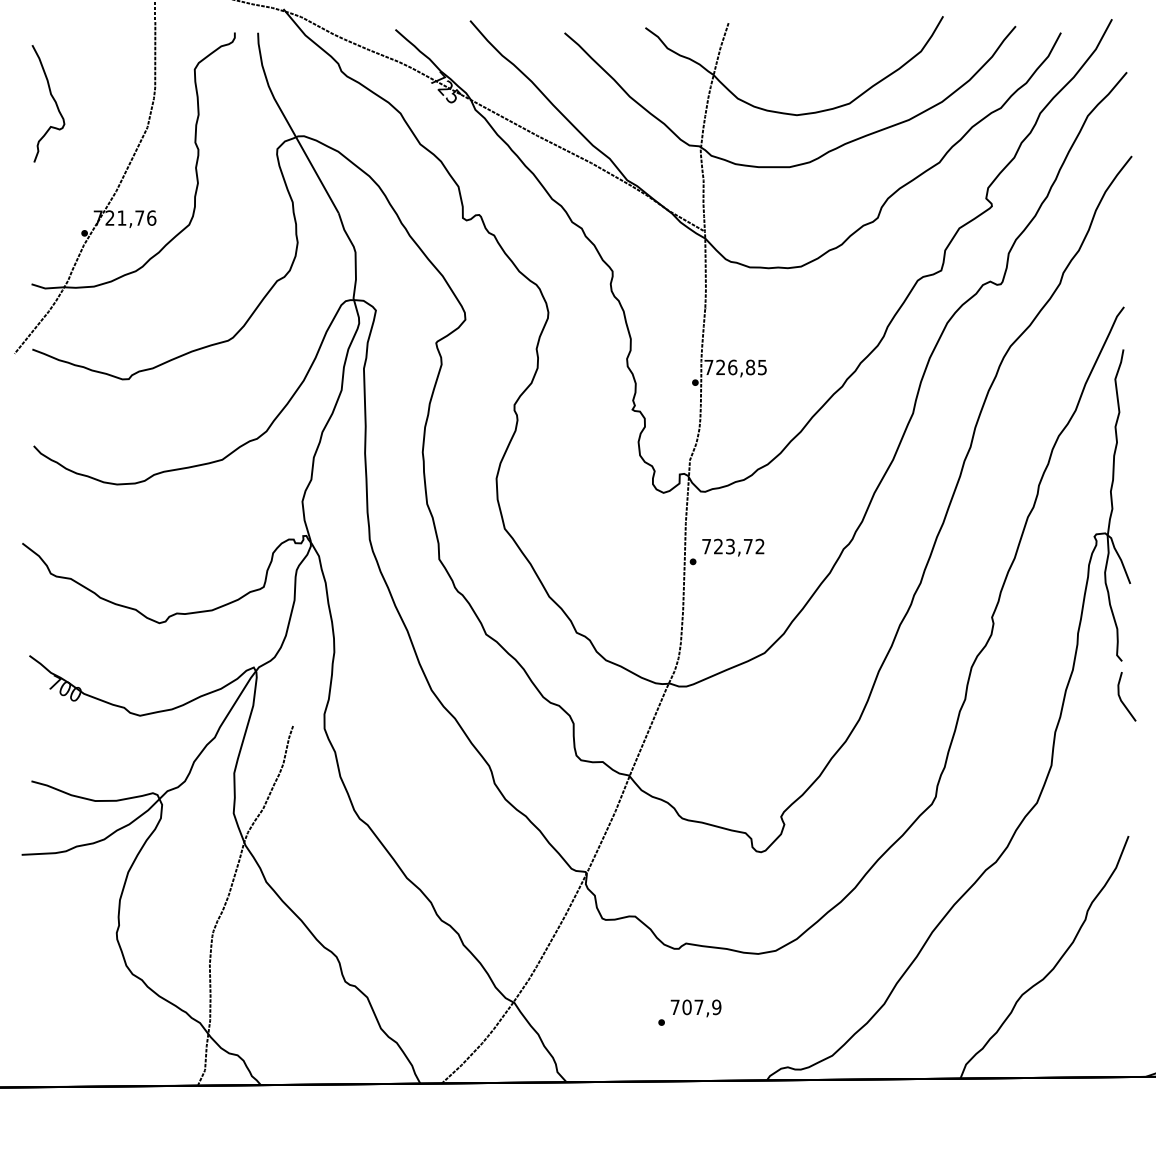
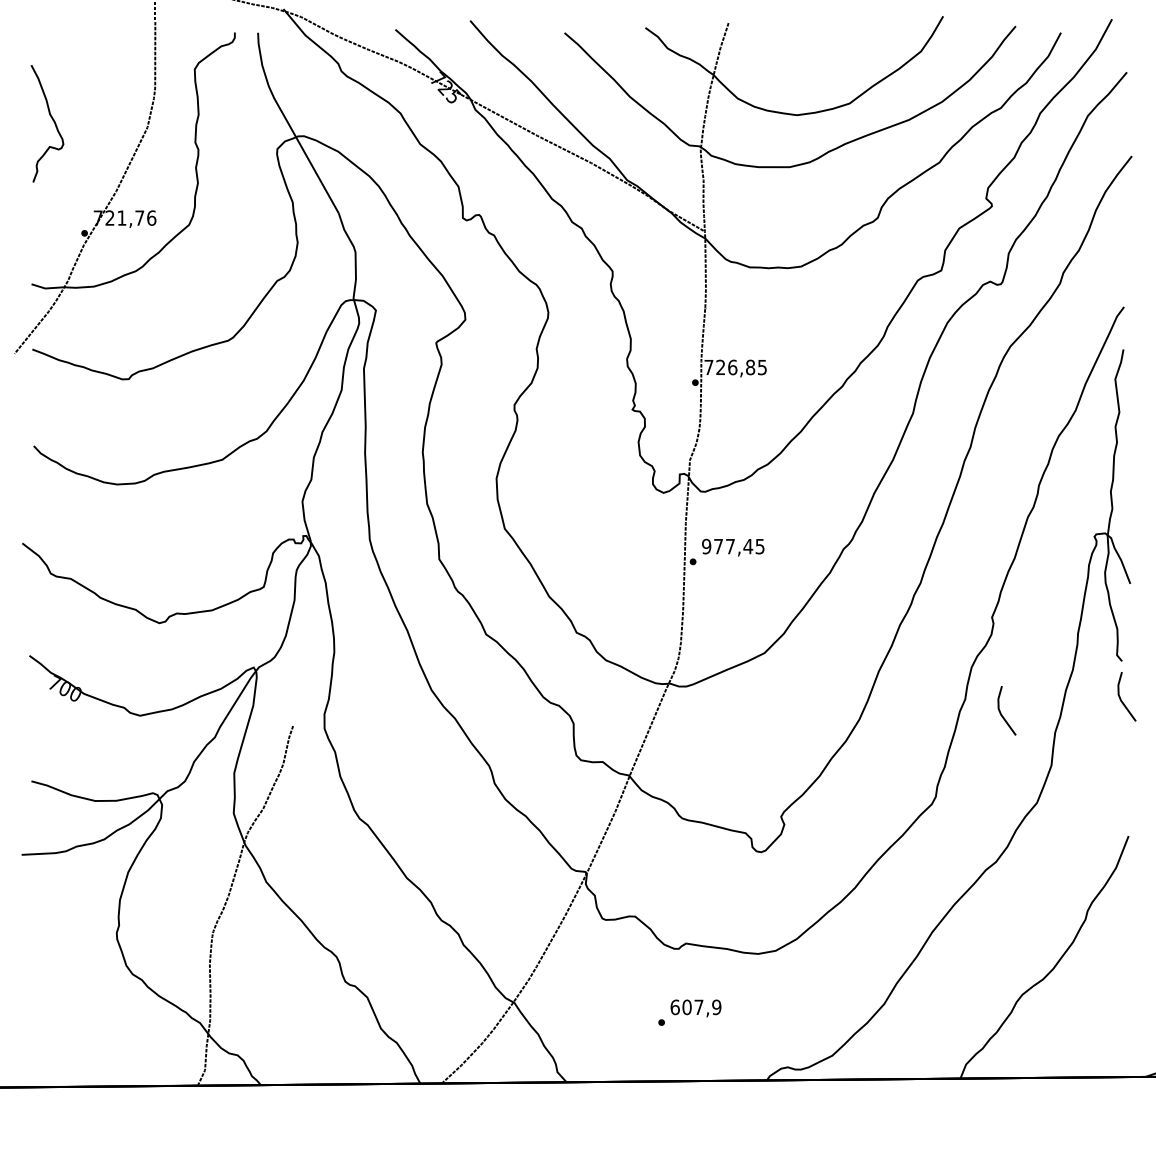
curve at (53, 100) position: (53, 100) -> (52, 120)
text at (733, 546): 723,72 -> 977,45
line at (1001, 712): none -> present
text at (674, 1007): 707,9 -> 607,9
